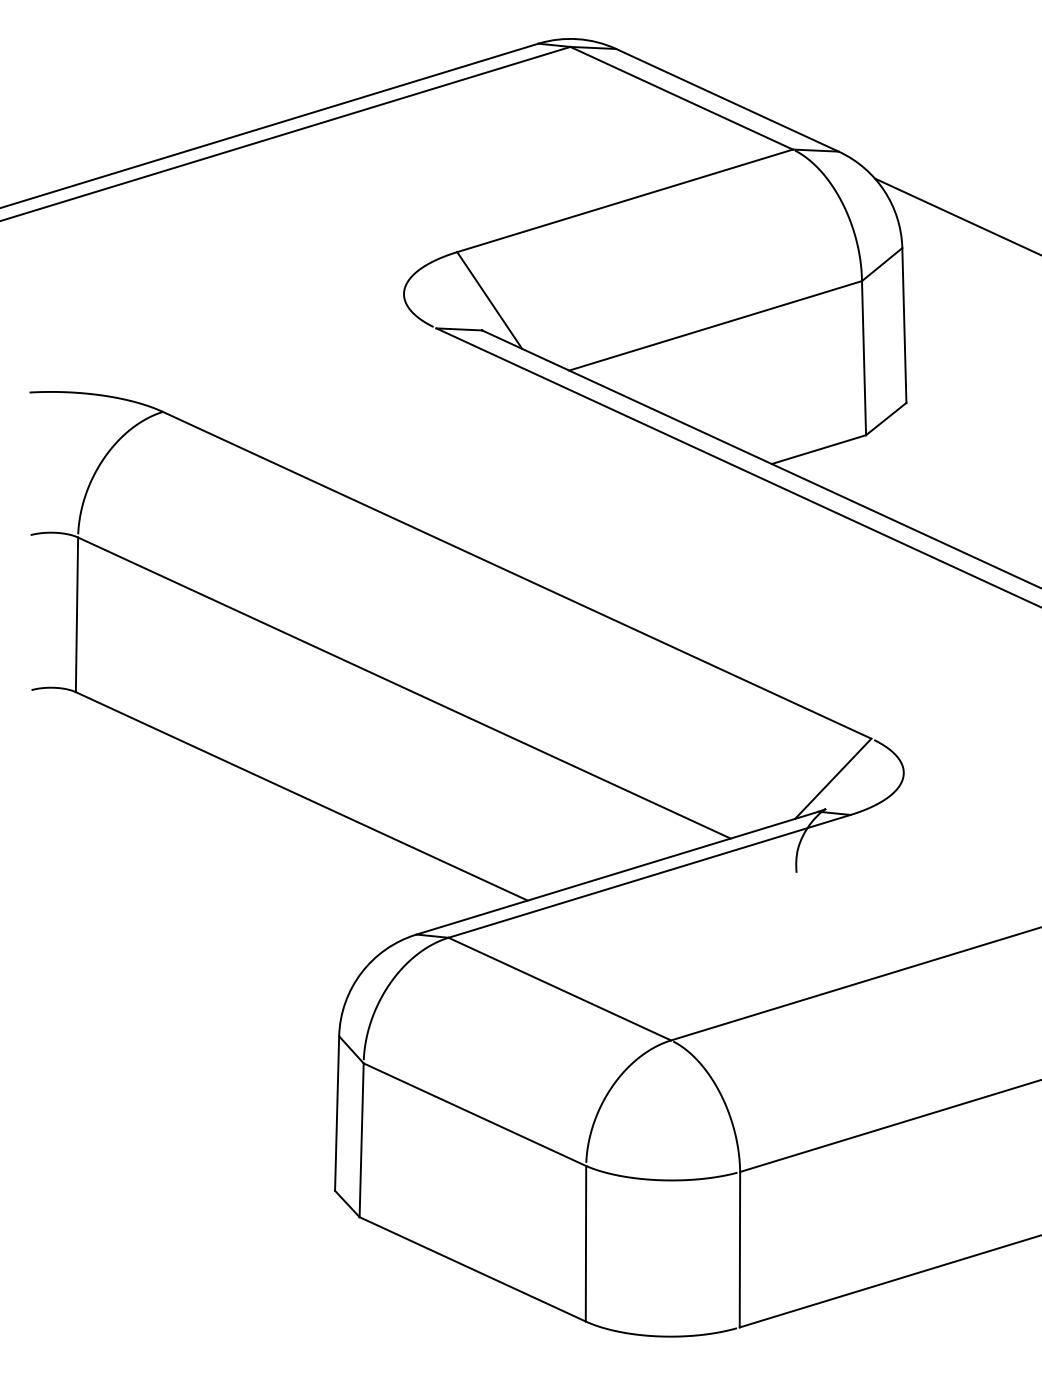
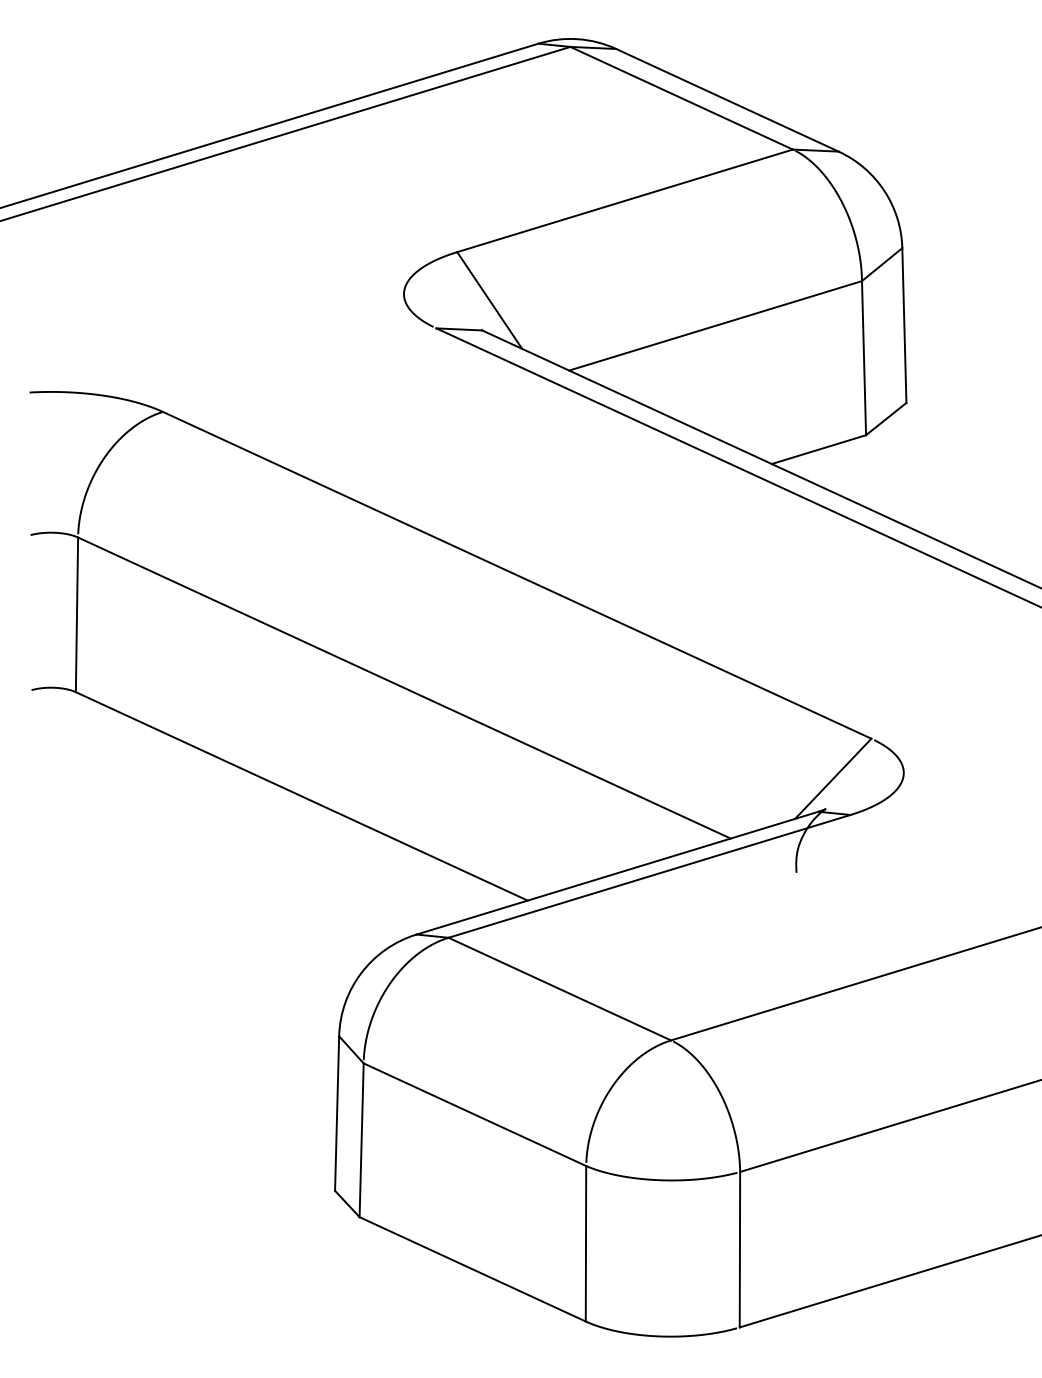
line at (956, 216): present -> none
